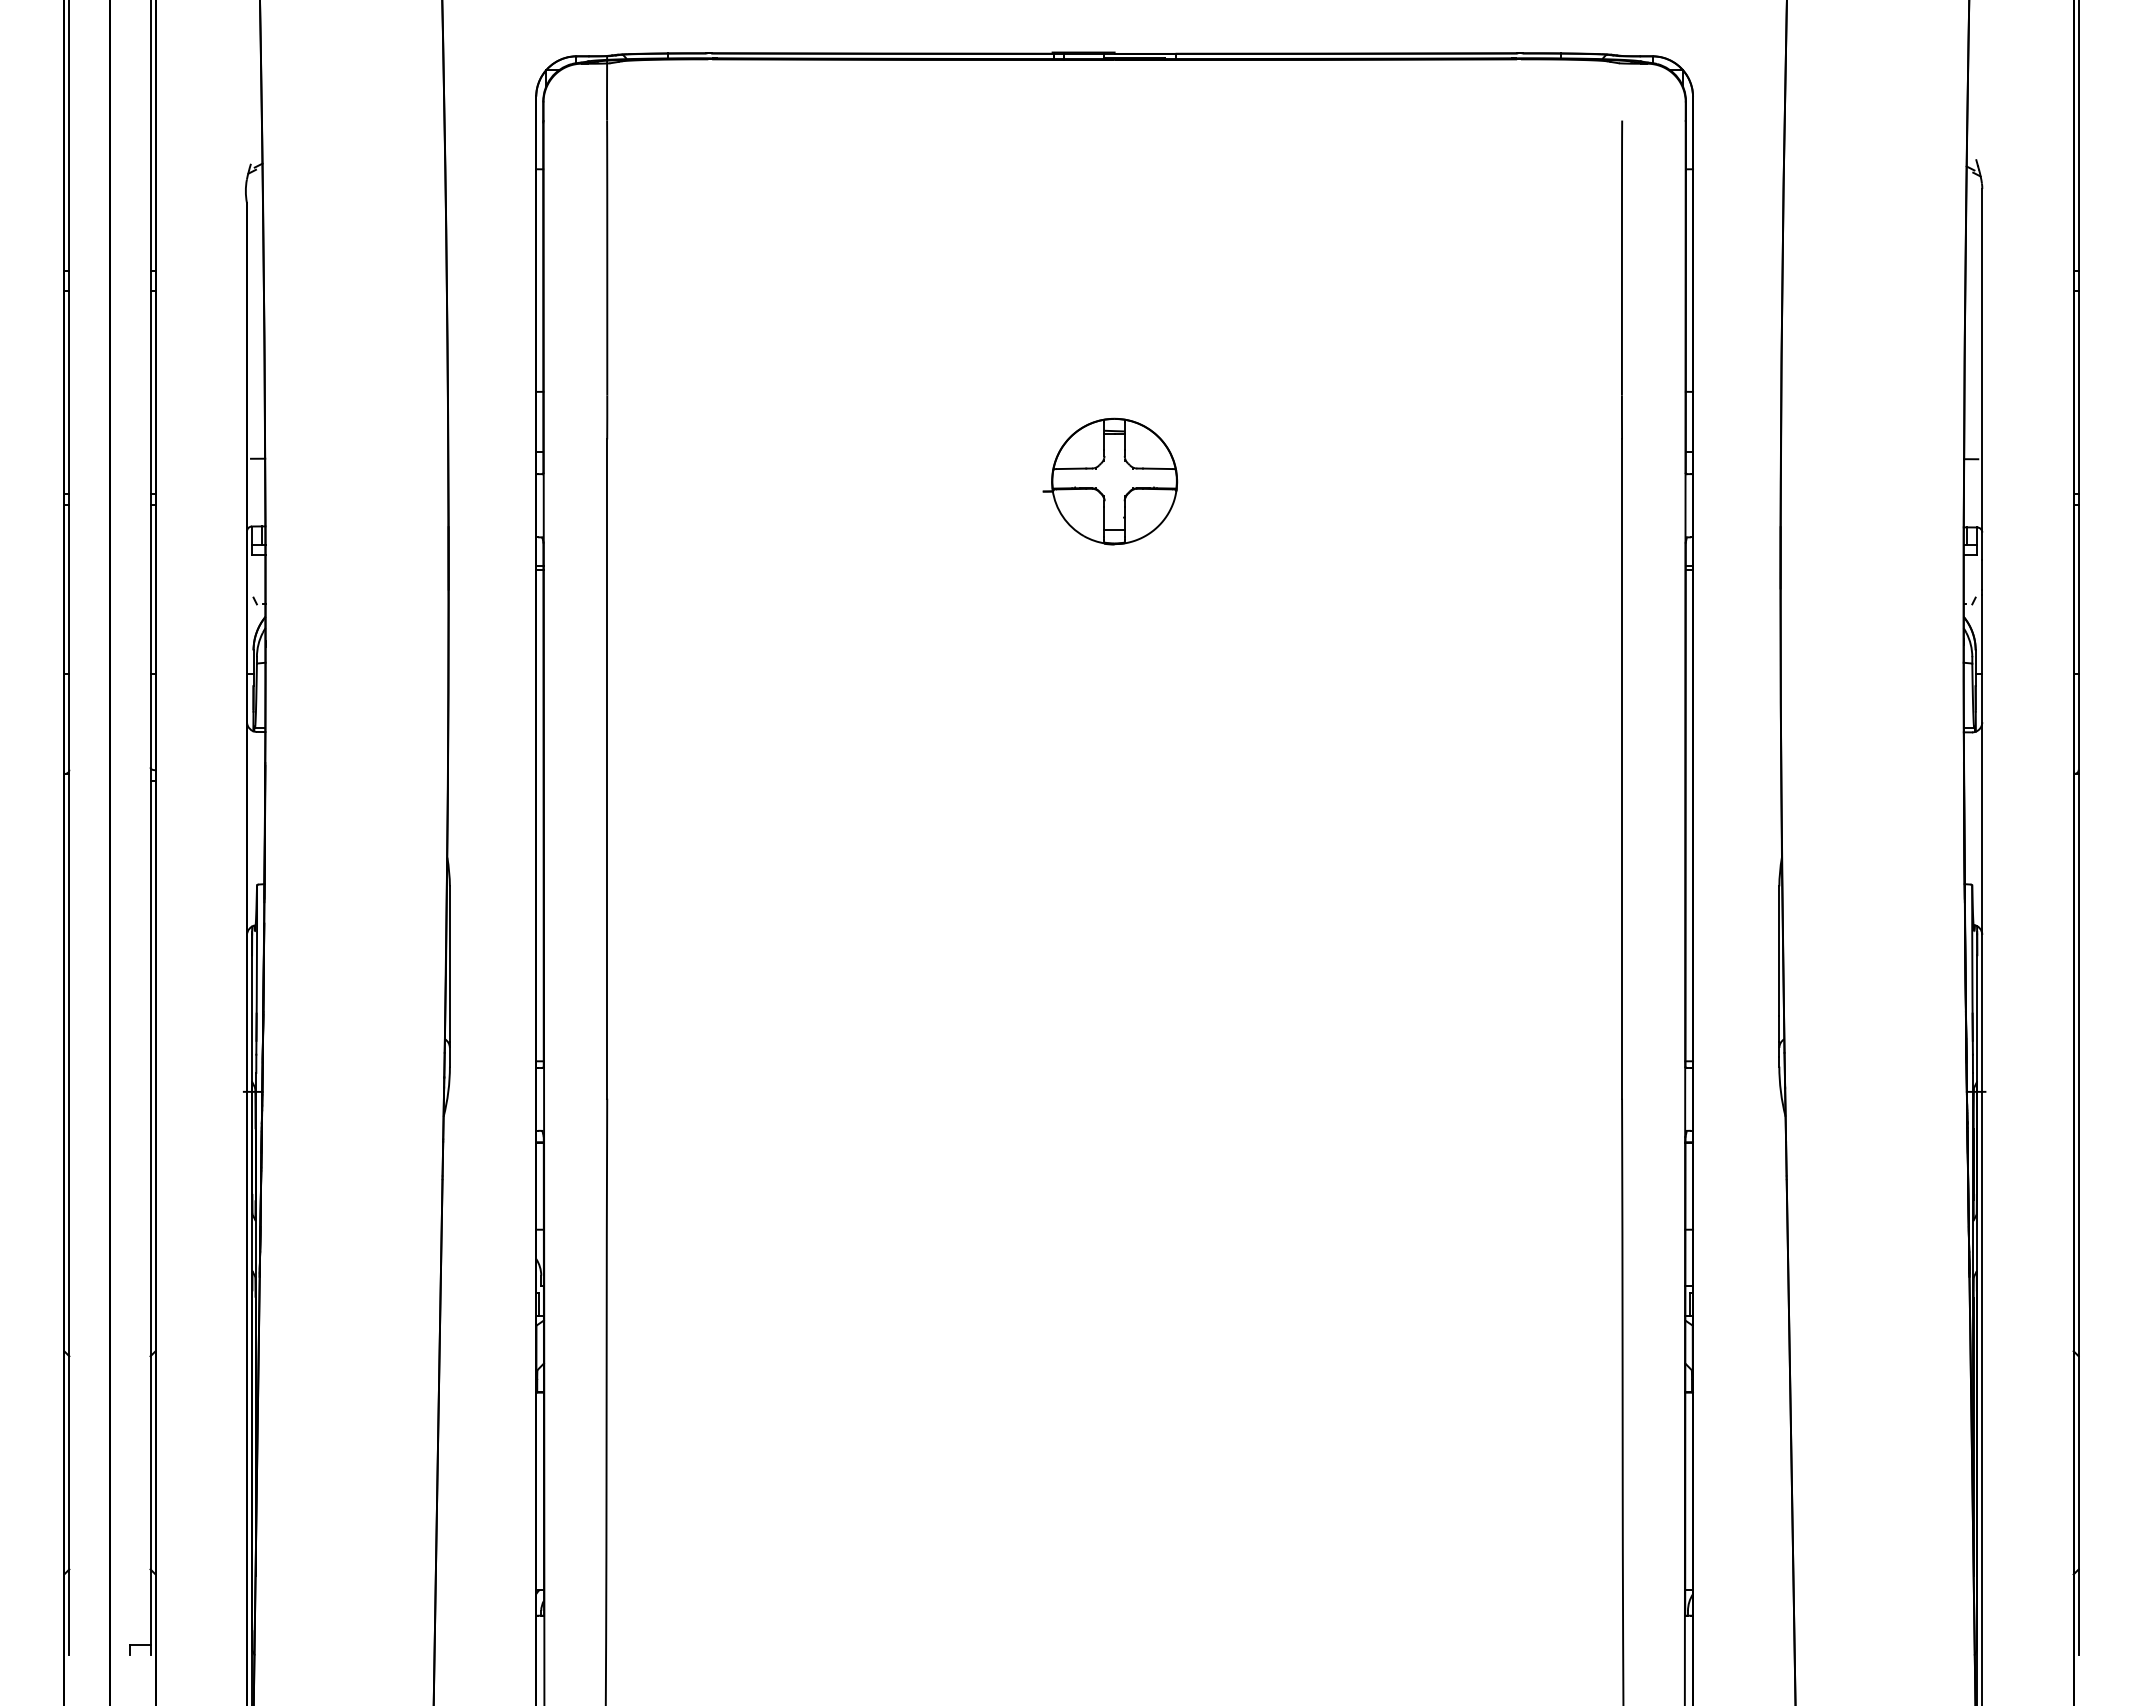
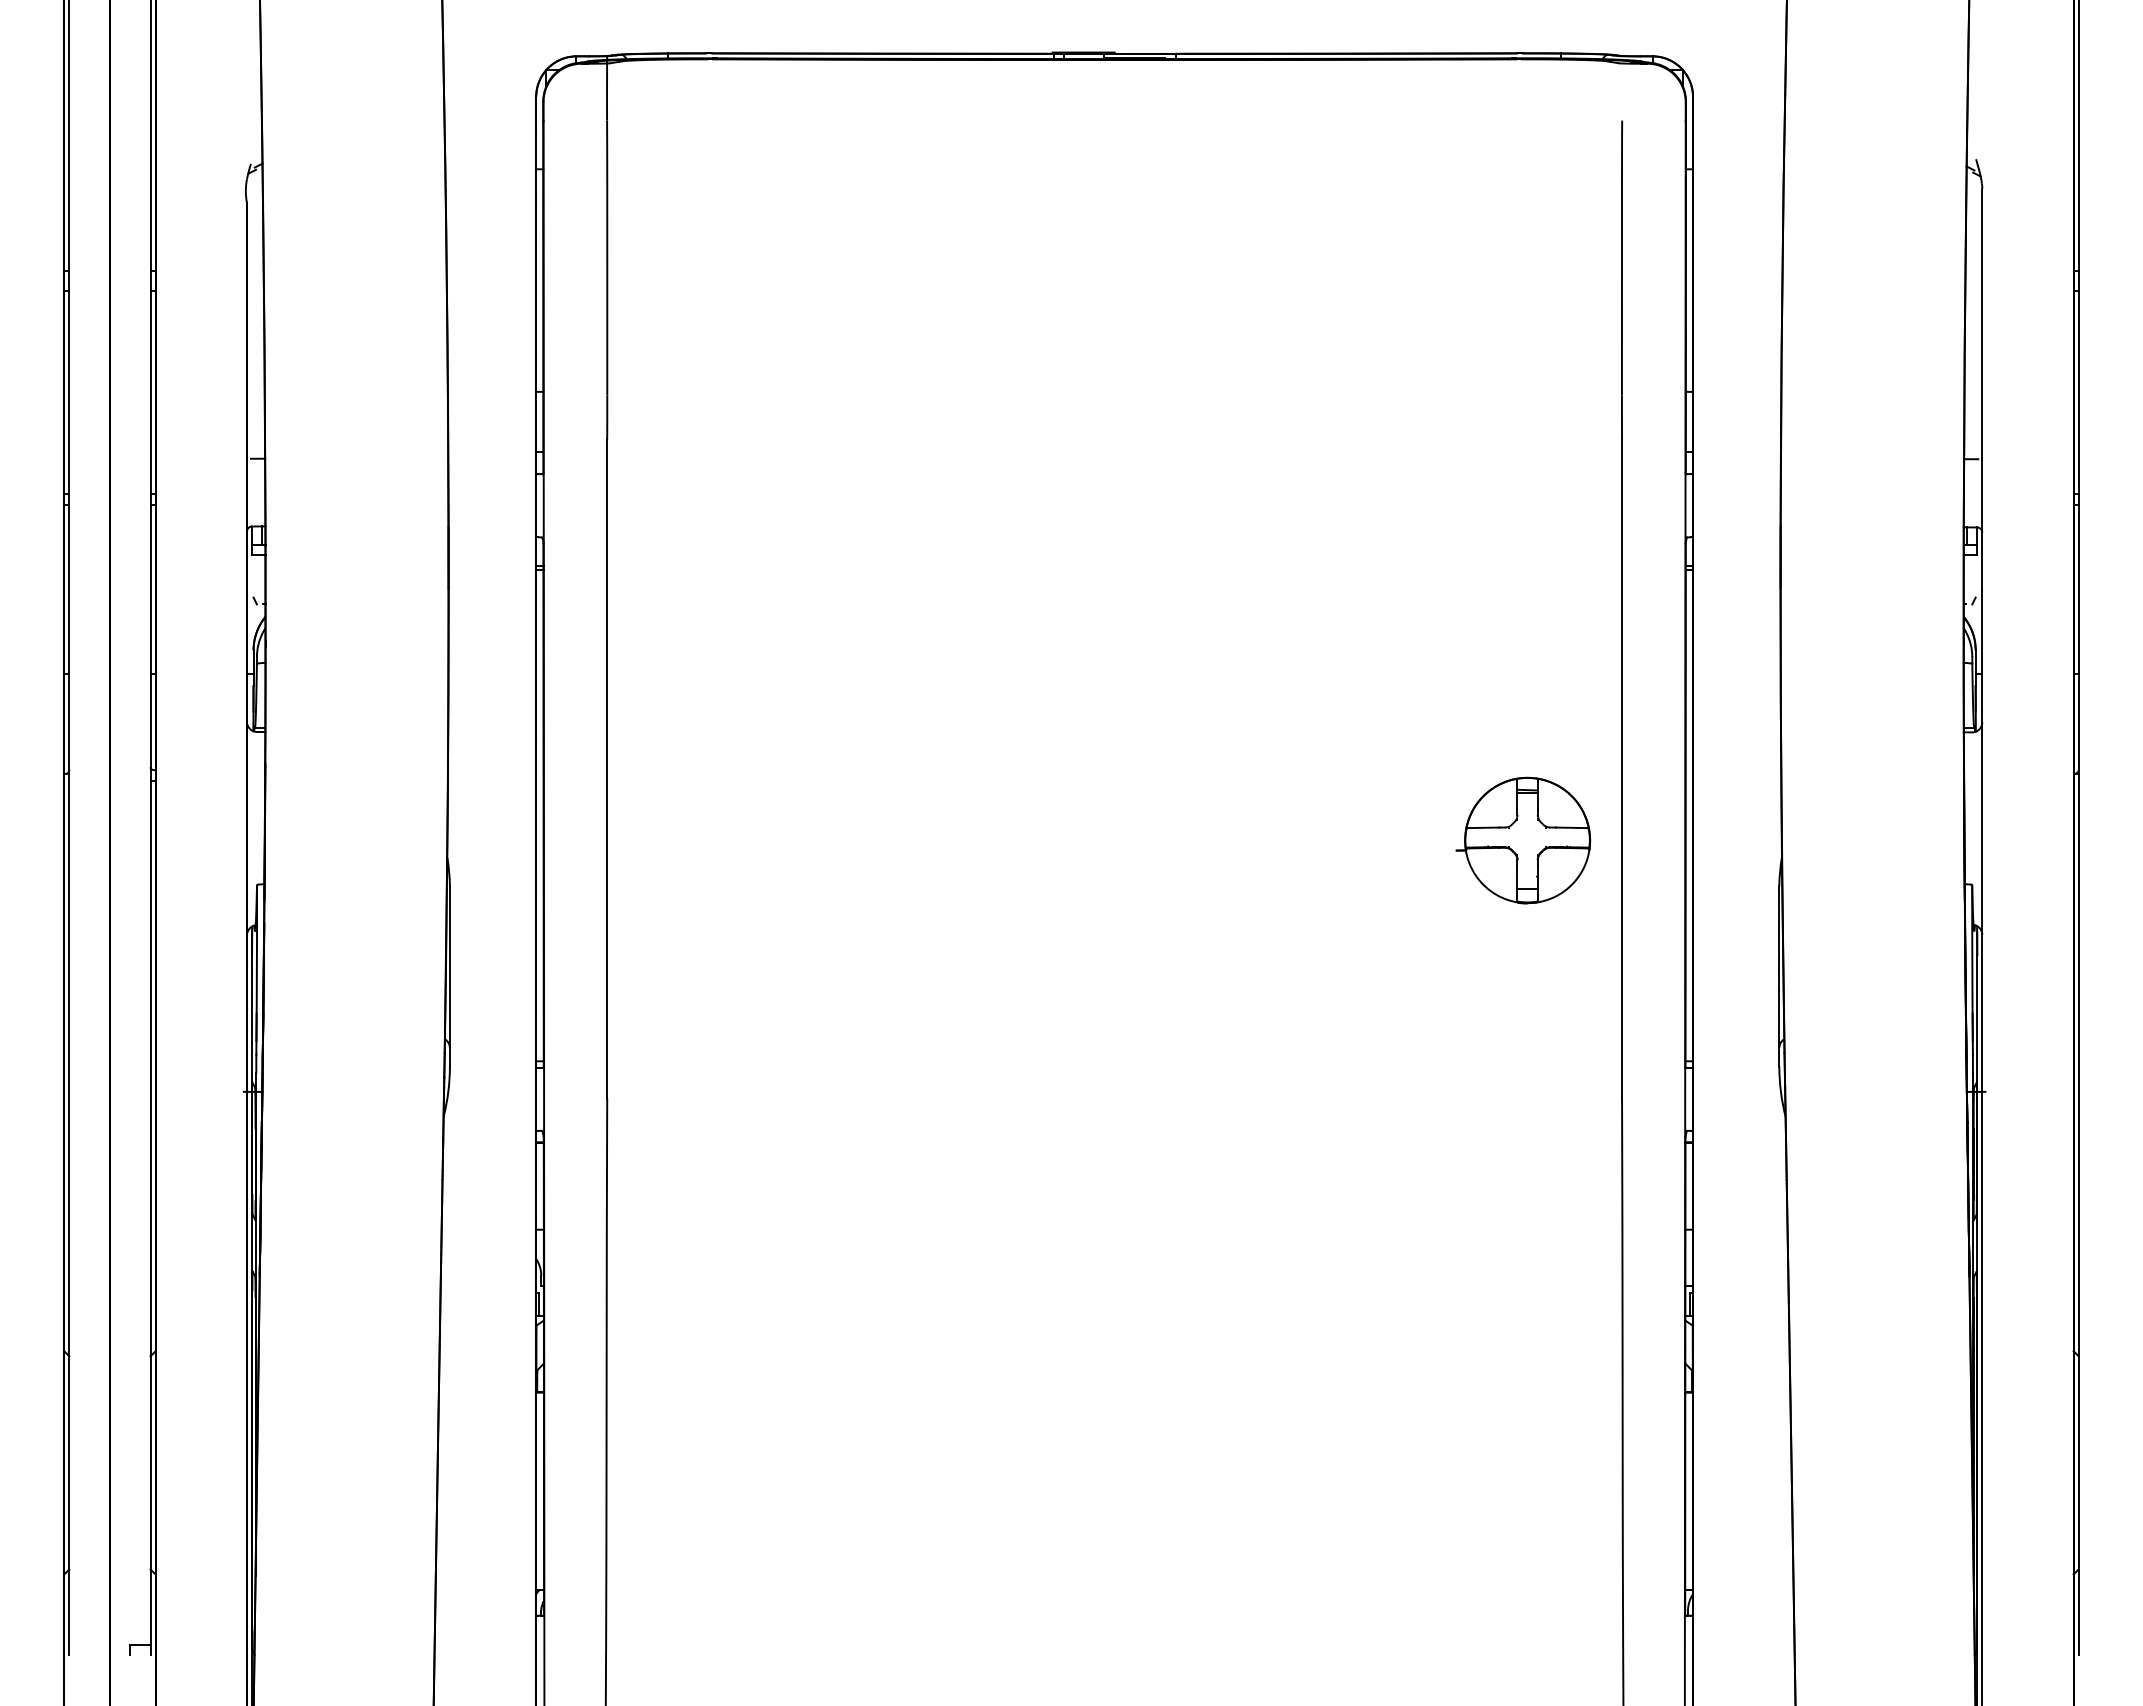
part at (1110, 481) position: (1110, 481) -> (1523, 840)
